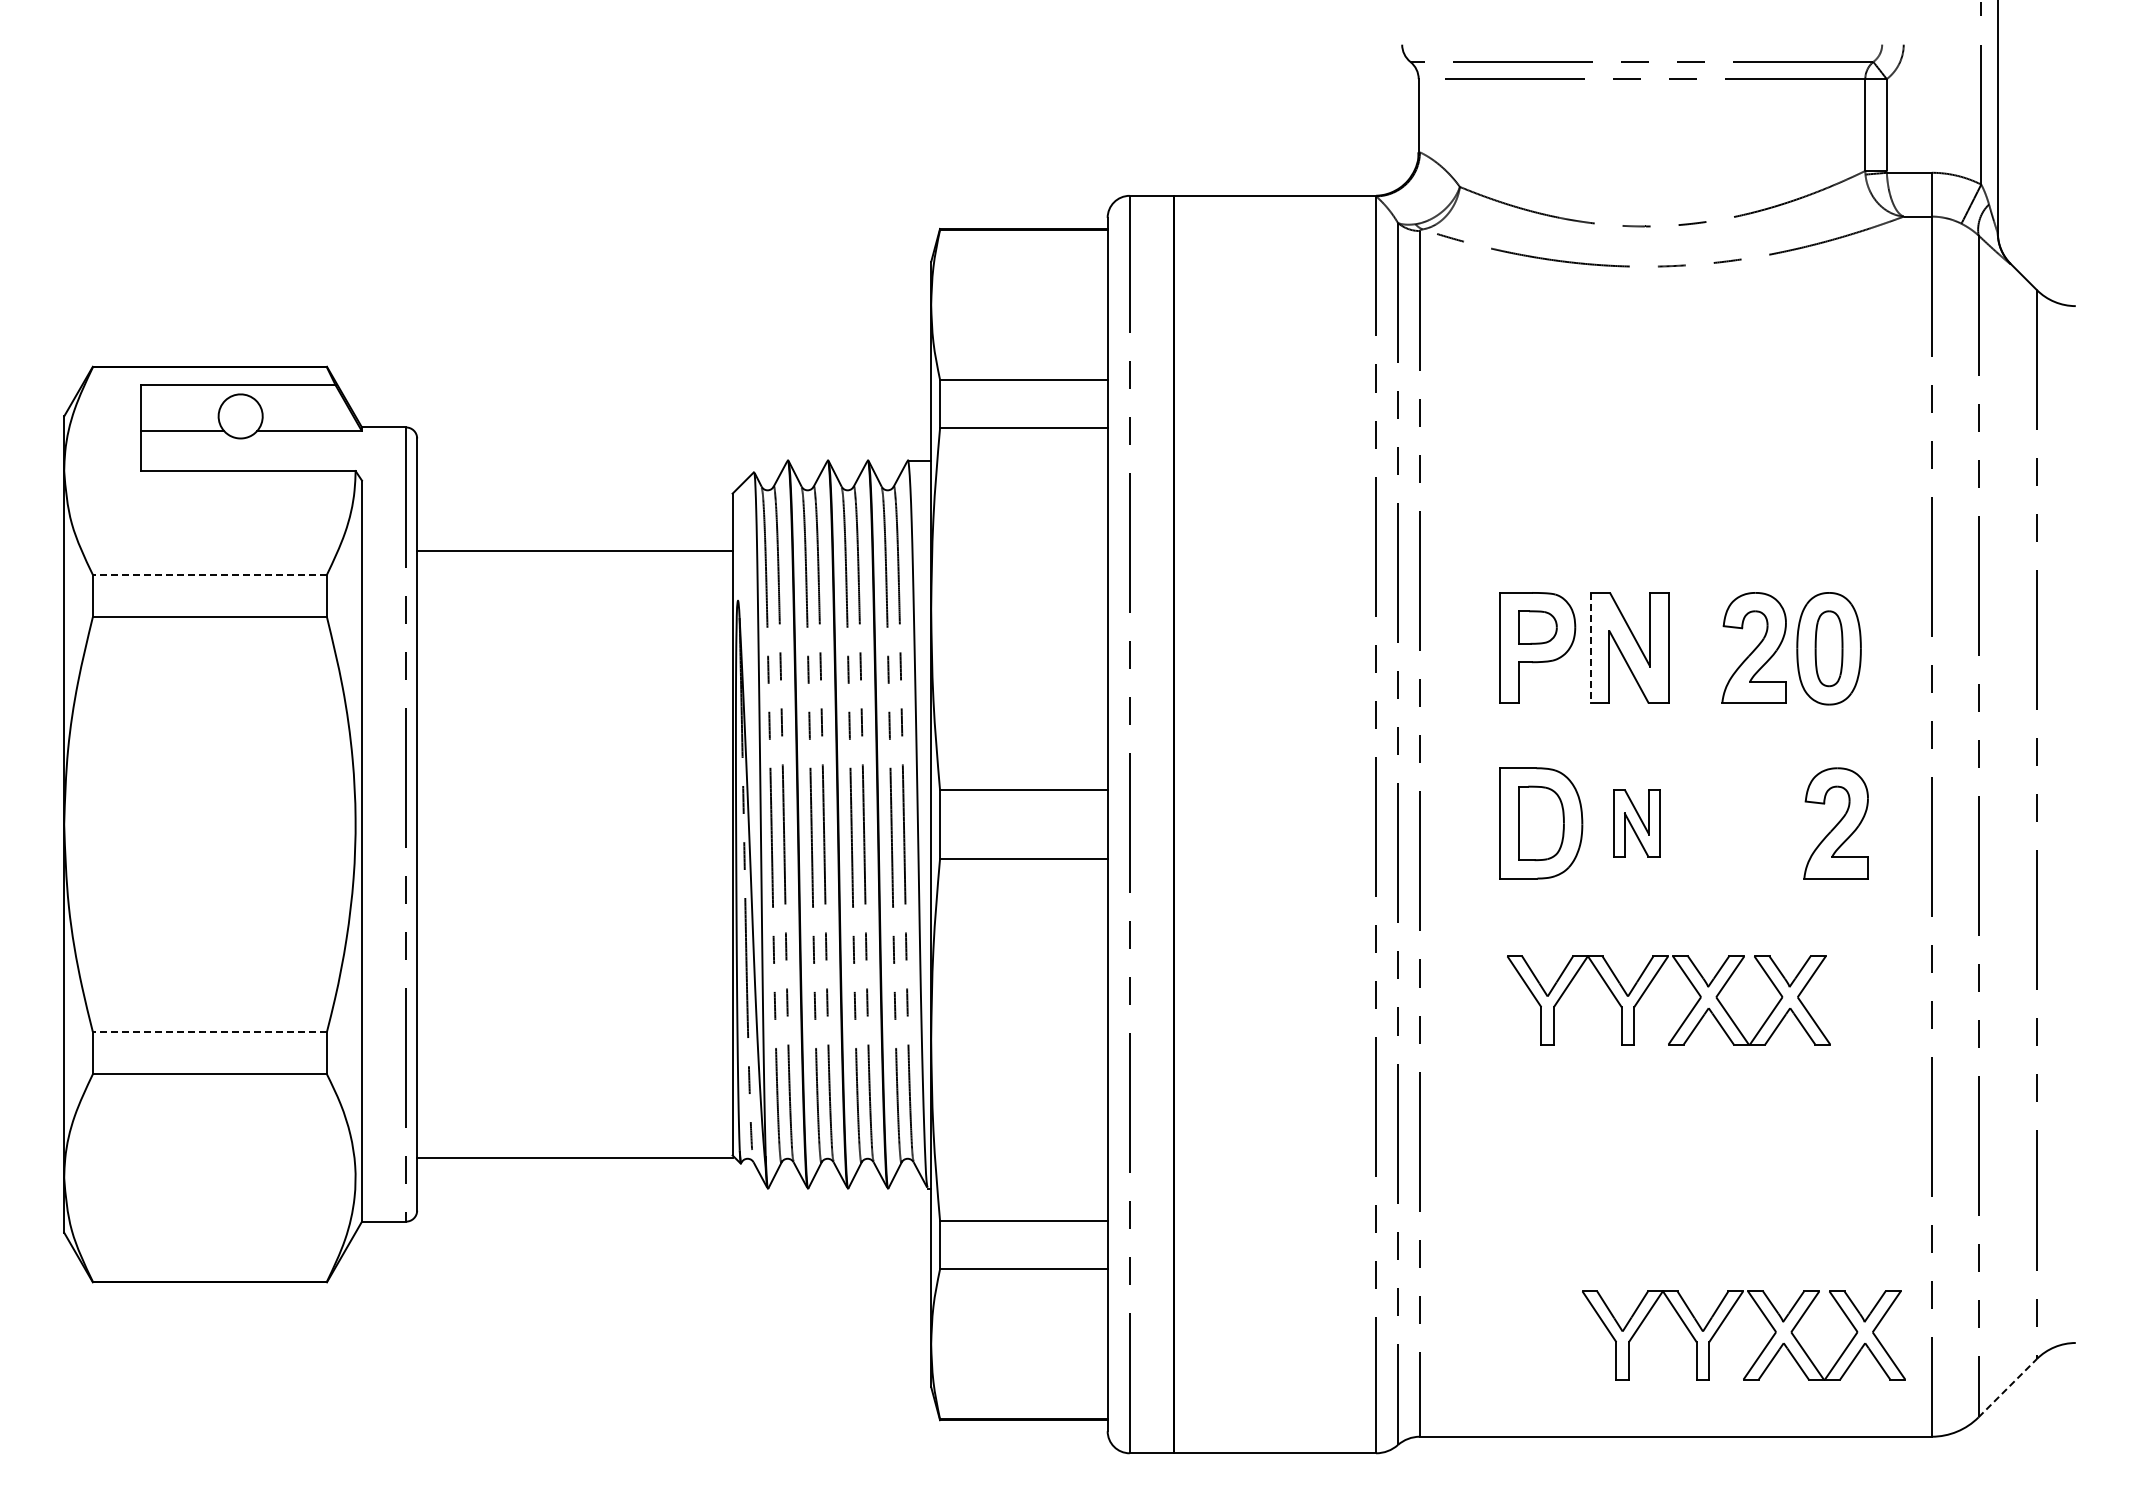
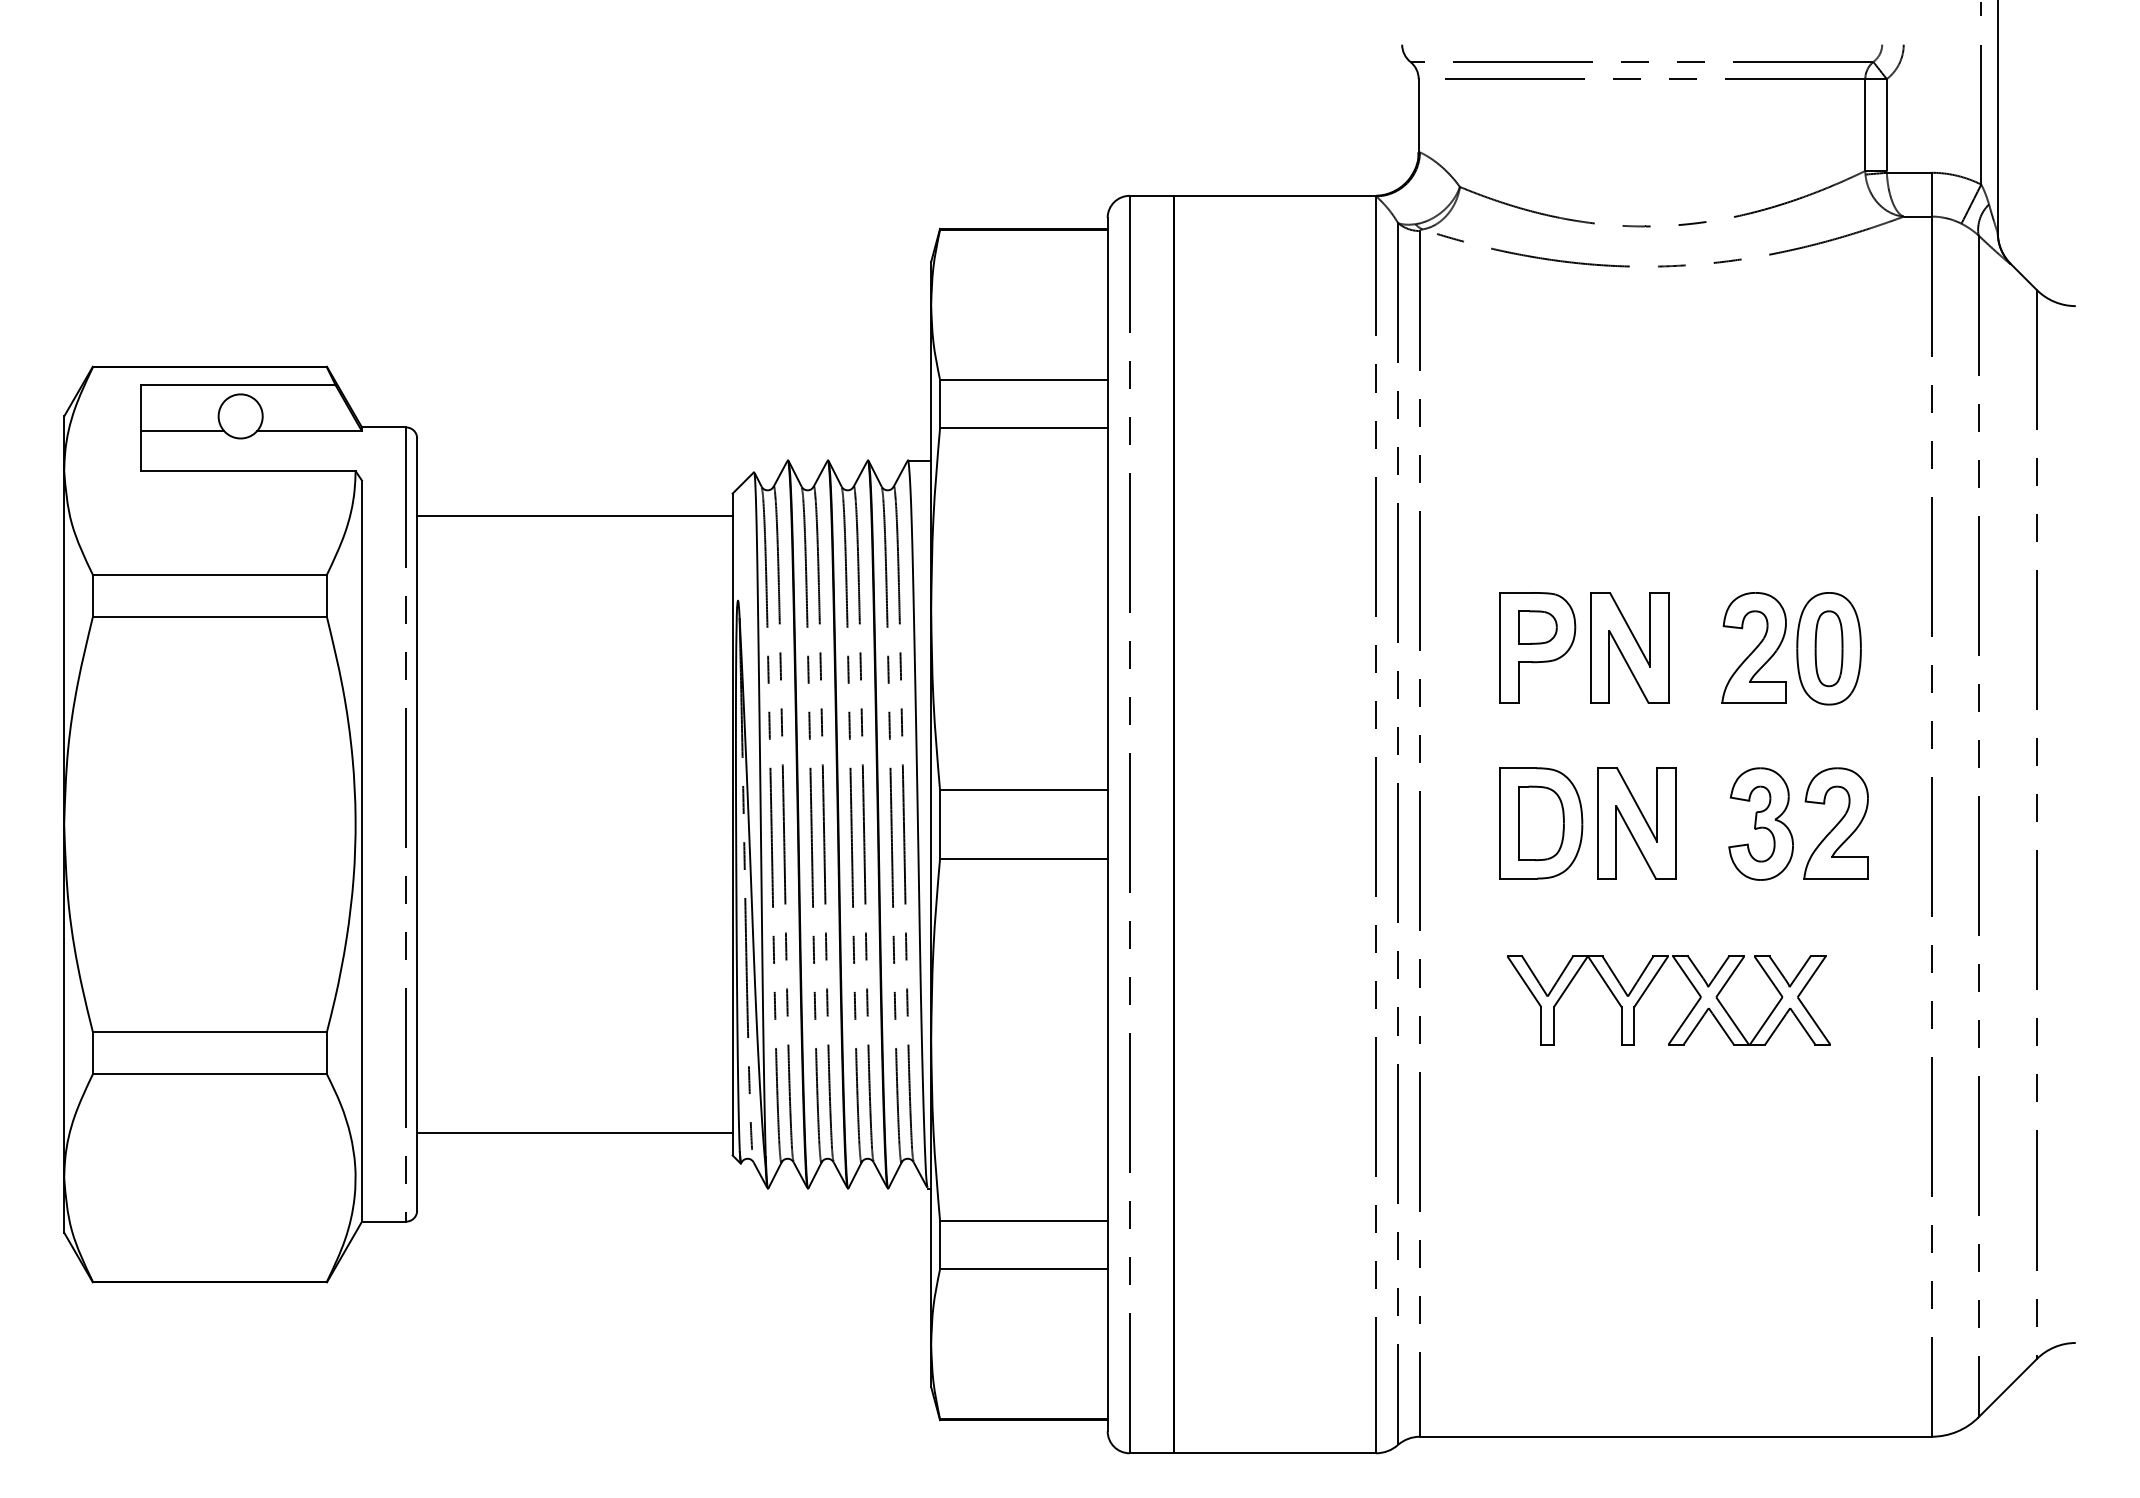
line at (574, 550) position: (574, 550) -> (574, 515)
line at (209, 574): dashed -> solid
line at (1590, 648): dashed -> solid
part at (1636, 823) size: 48x69 px -> 80x113 px
part at (1760, 823): none -> present
line at (209, 1031): dashed -> solid
line at (574, 1158) position: (574, 1158) -> (574, 1133)
part at (1724, 1321): present -> none
line at (2008, 1387): dashed -> solid
